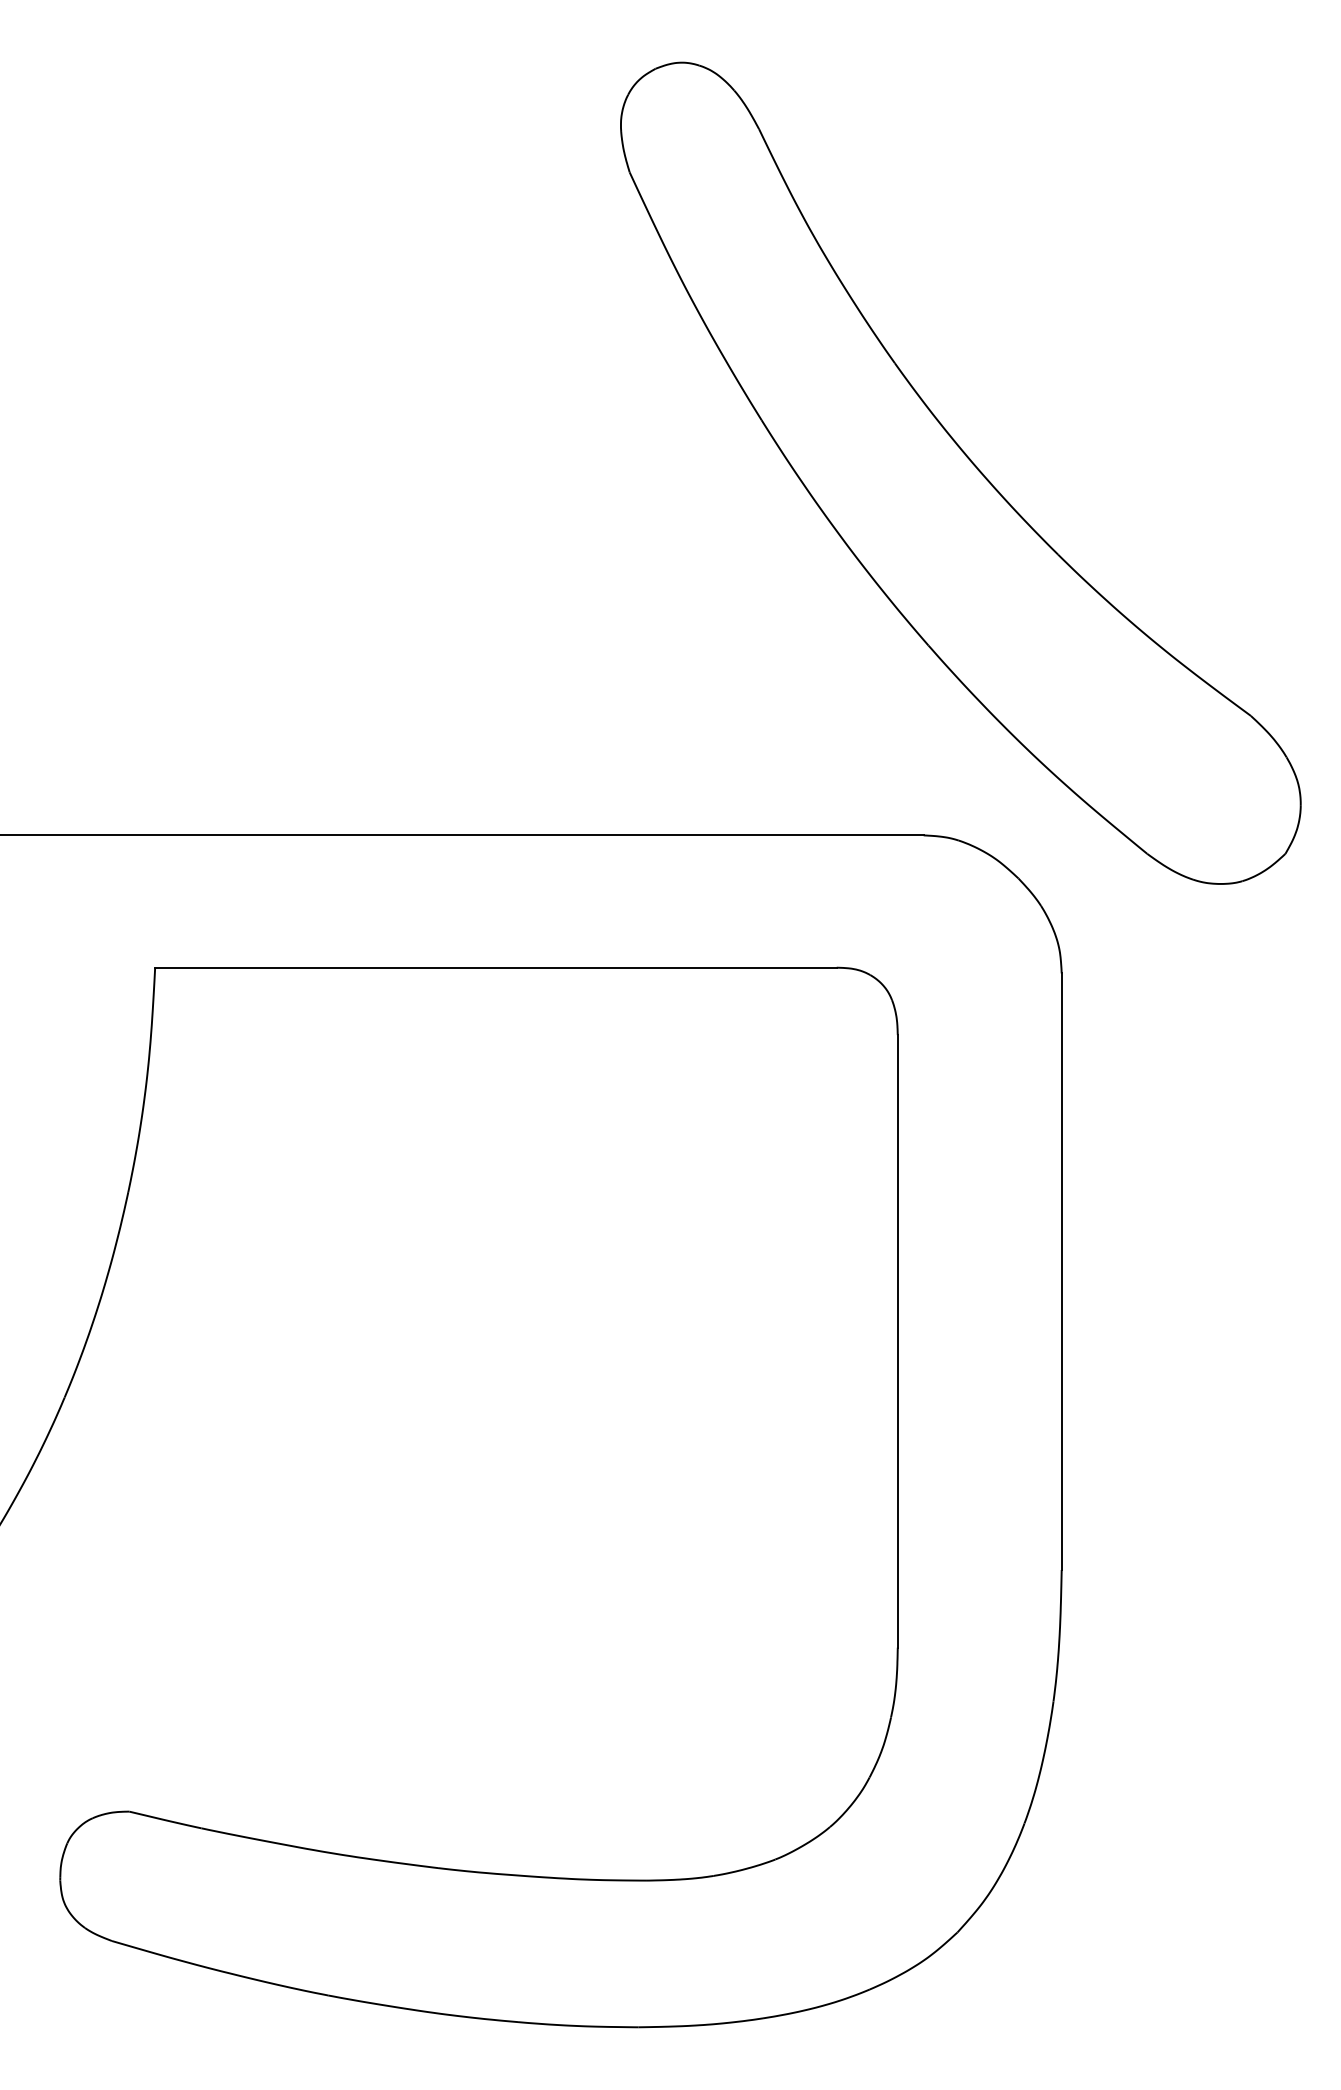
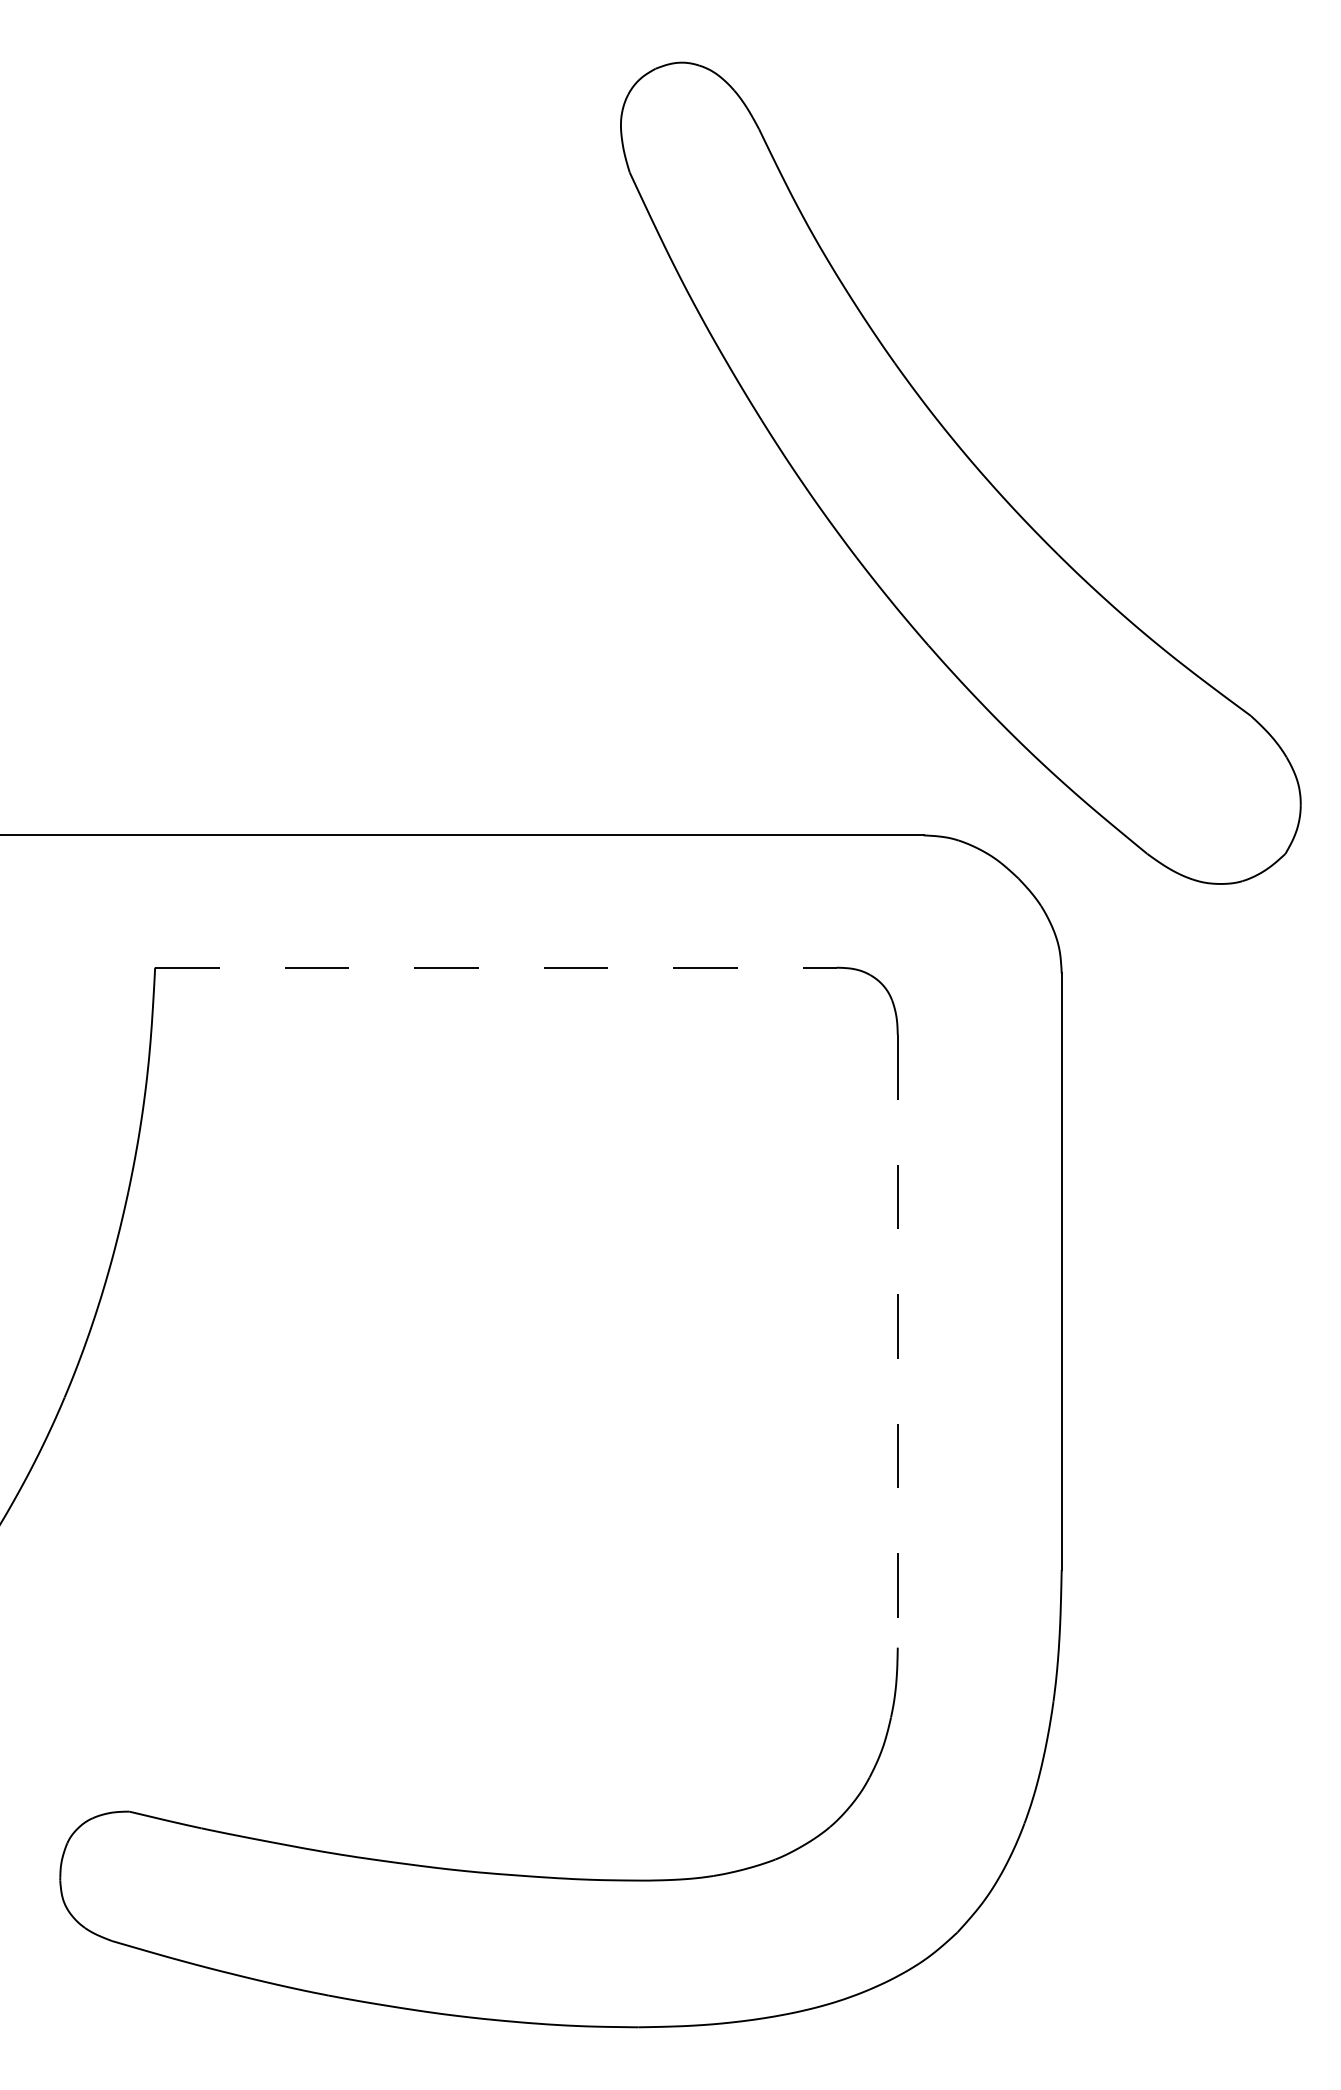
line at (495, 967): solid -> dashed
line at (897, 1341): solid -> dashed
